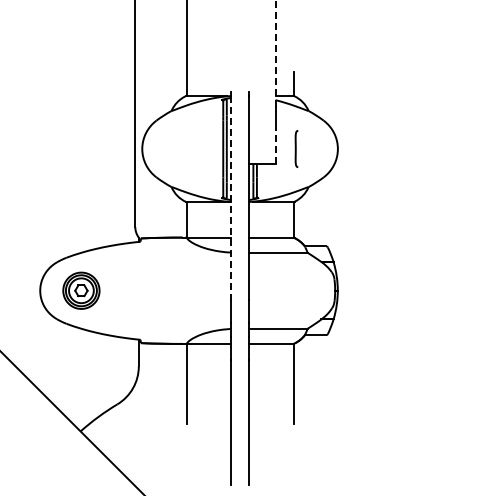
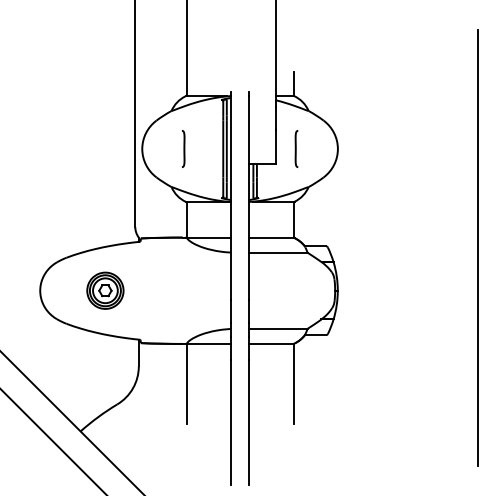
line at (275, 54): dashed -> solid
line at (275, 146): dashed -> solid
line at (183, 148): none -> present
line at (231, 198): dashed -> solid
line at (477, 247): none -> present
part at (81, 290) position: (81, 290) -> (105, 290)
line at (53, 441): none -> present
